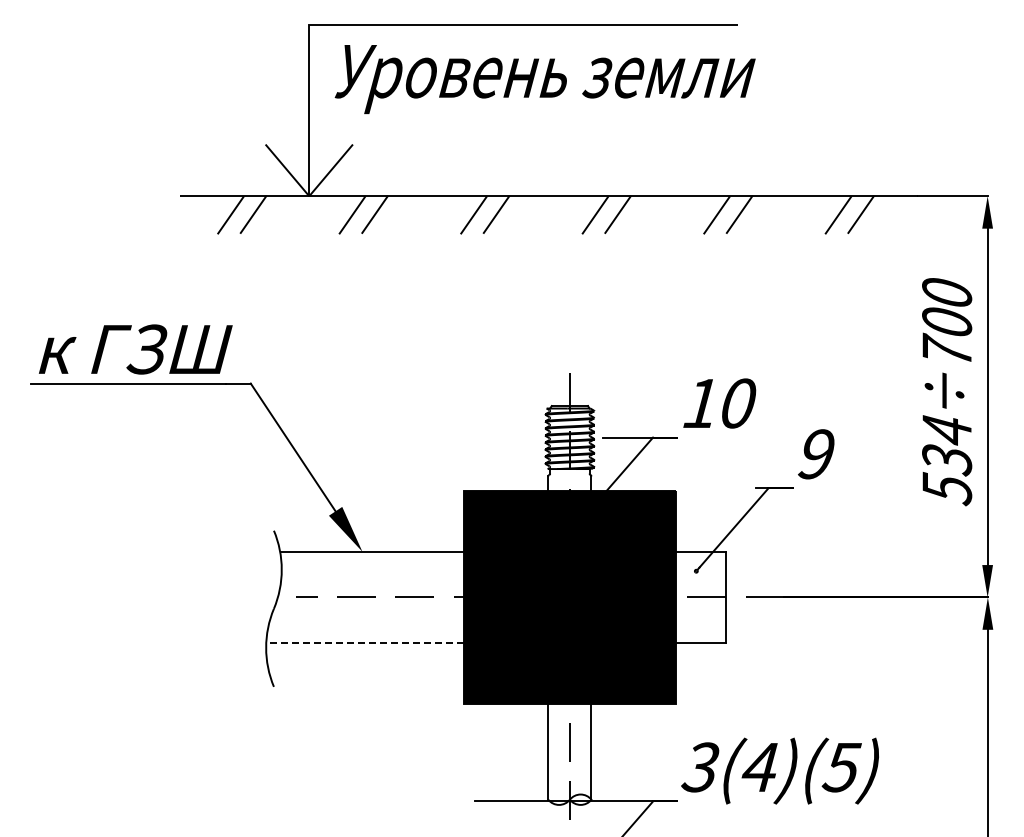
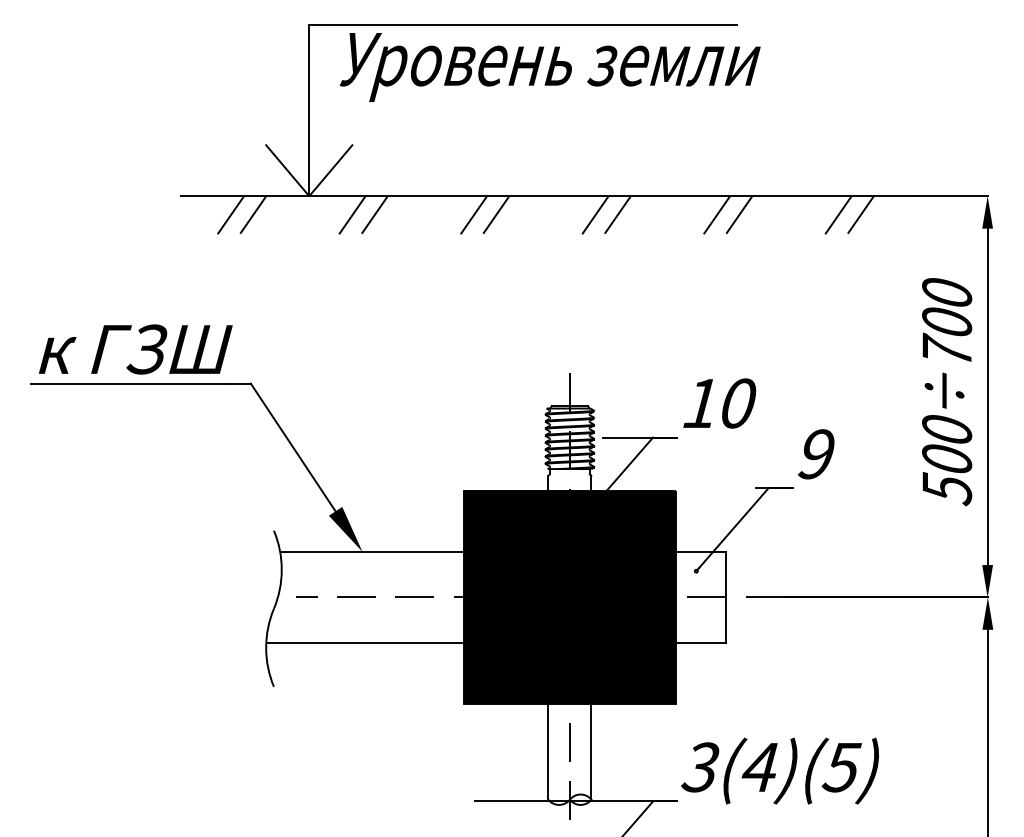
text at (544, 79) position: (544, 79) -> (549, 67)
text at (947, 445): 534 -> 500
line at (364, 642): dashed -> solid
